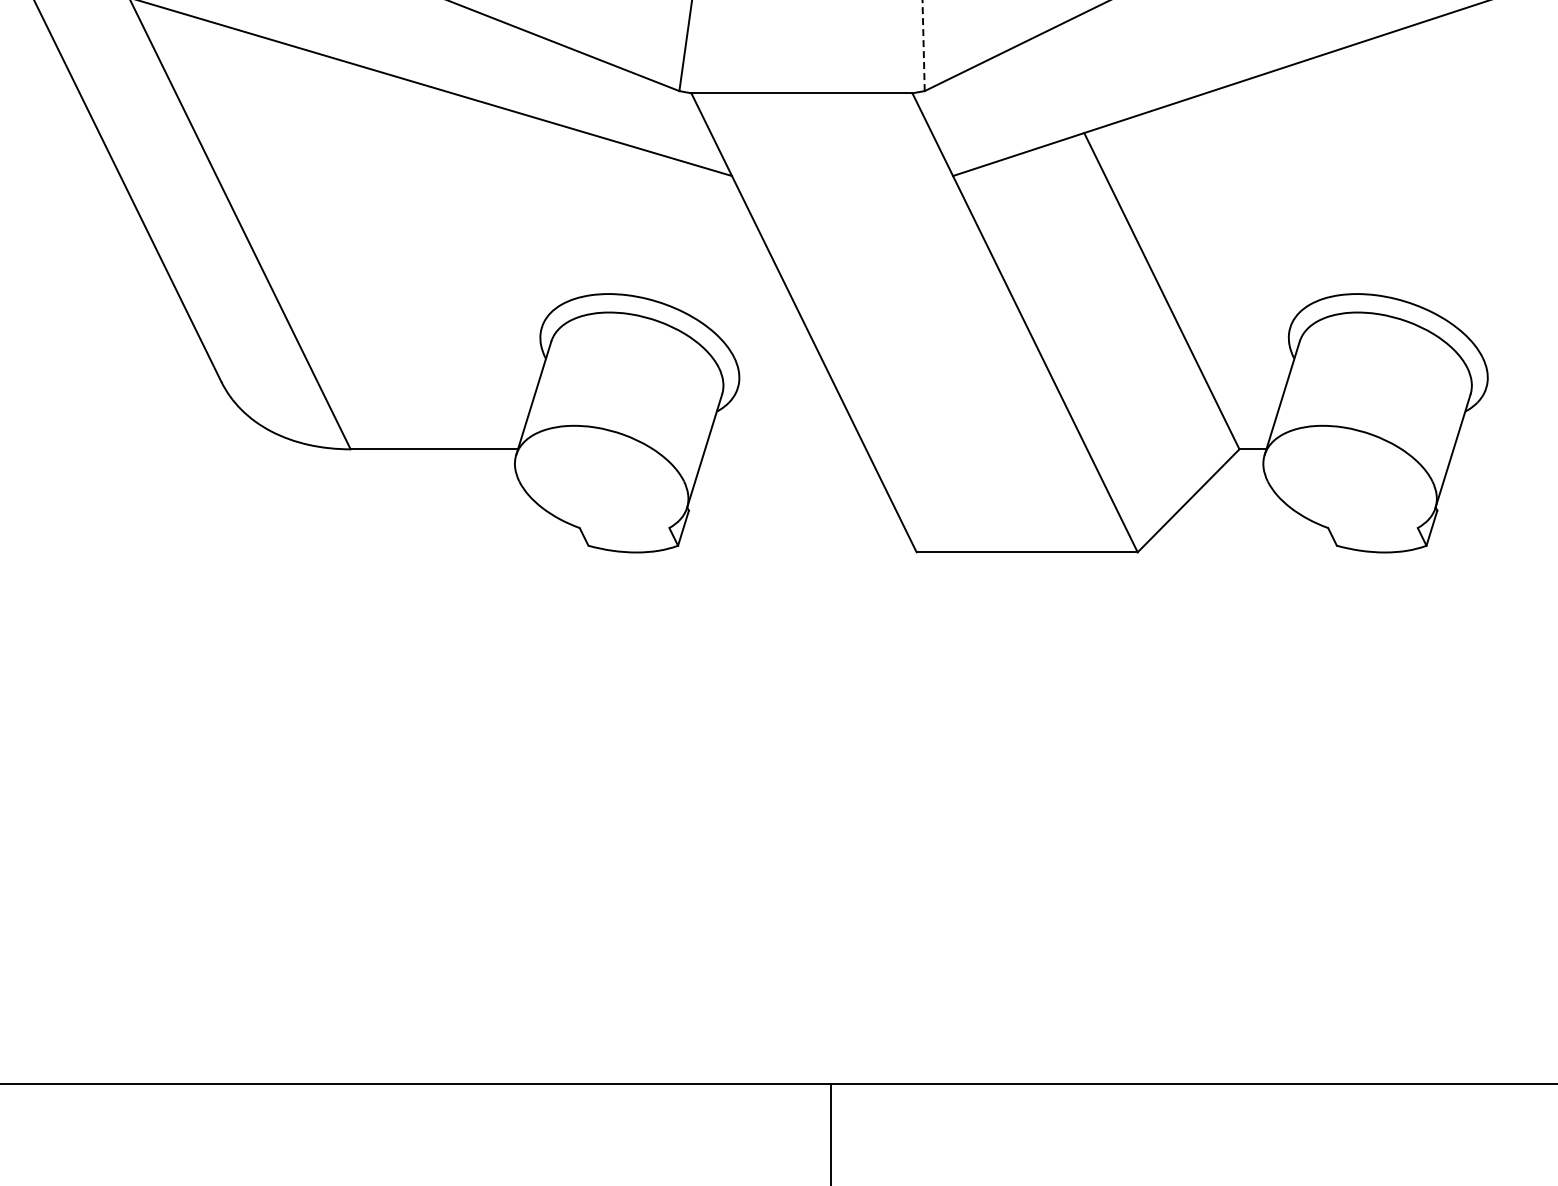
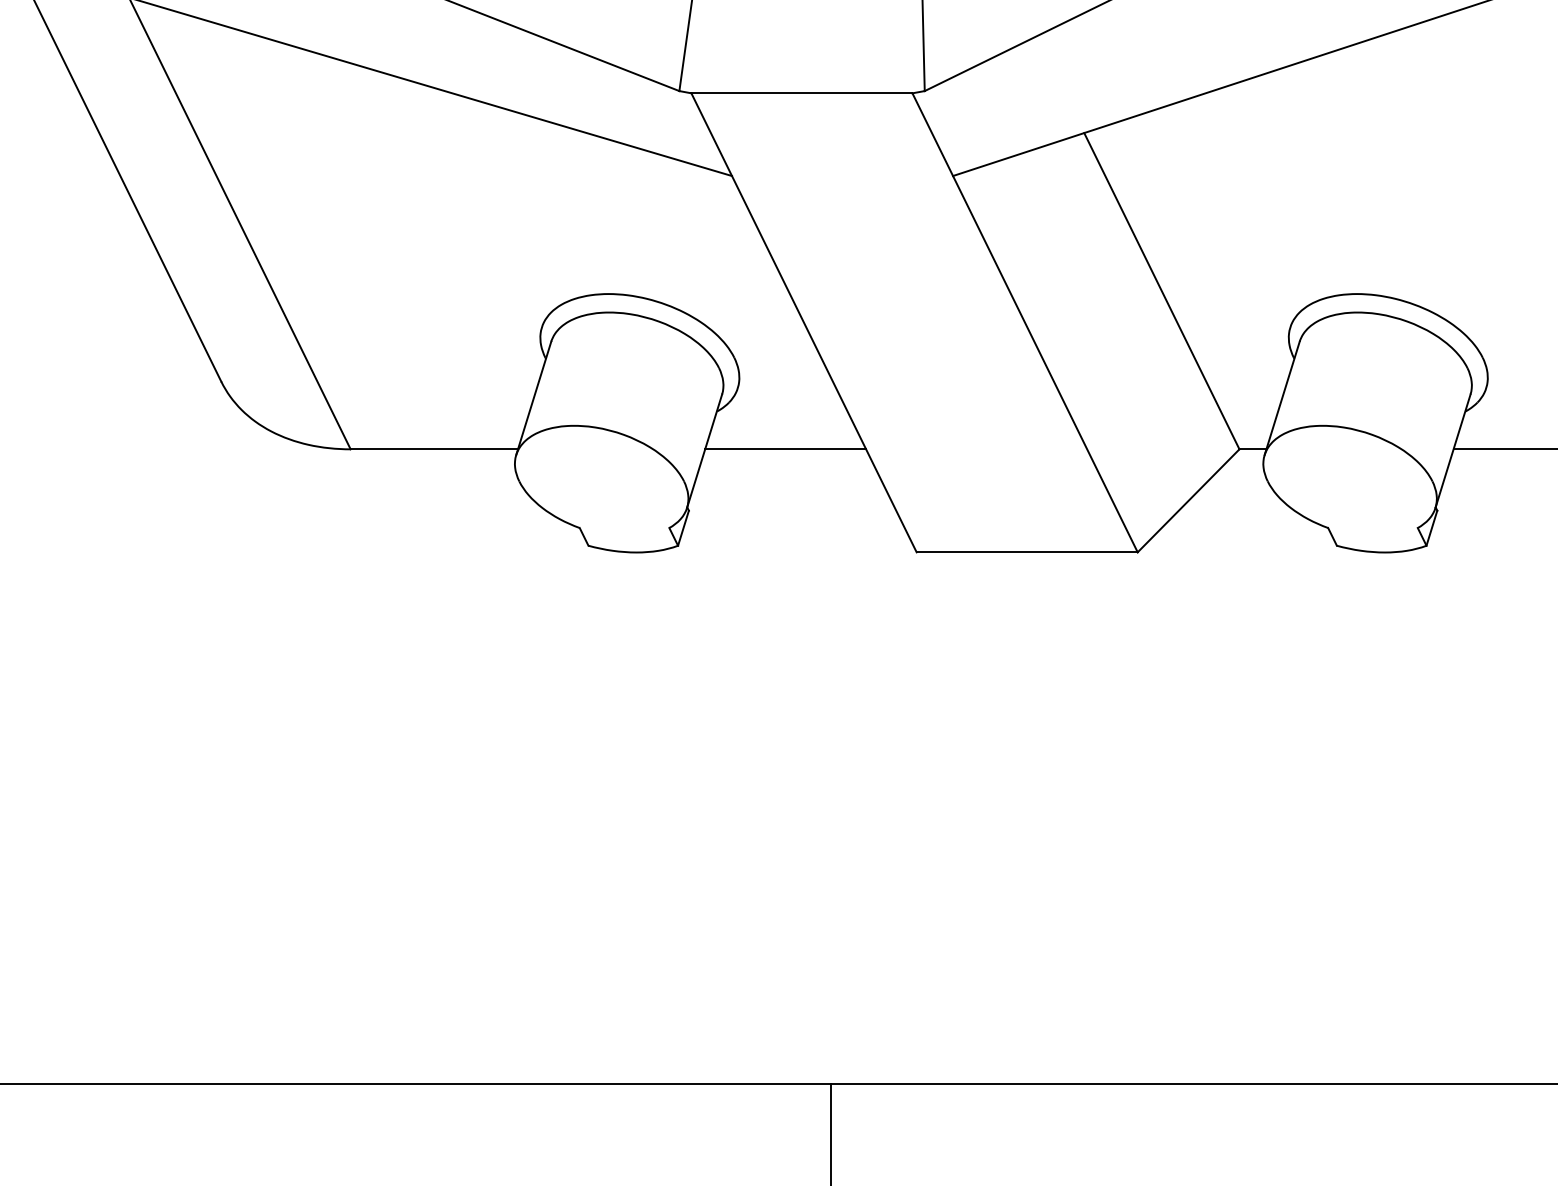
line at (923, 45): dashed -> solid
line at (785, 449): none -> present
line at (1503, 449): none -> present
